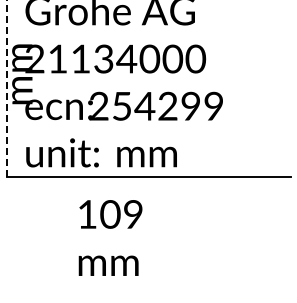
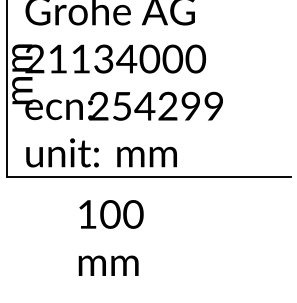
line at (6, 88): dashed -> solid
text at (133, 214): 109 -> 100
